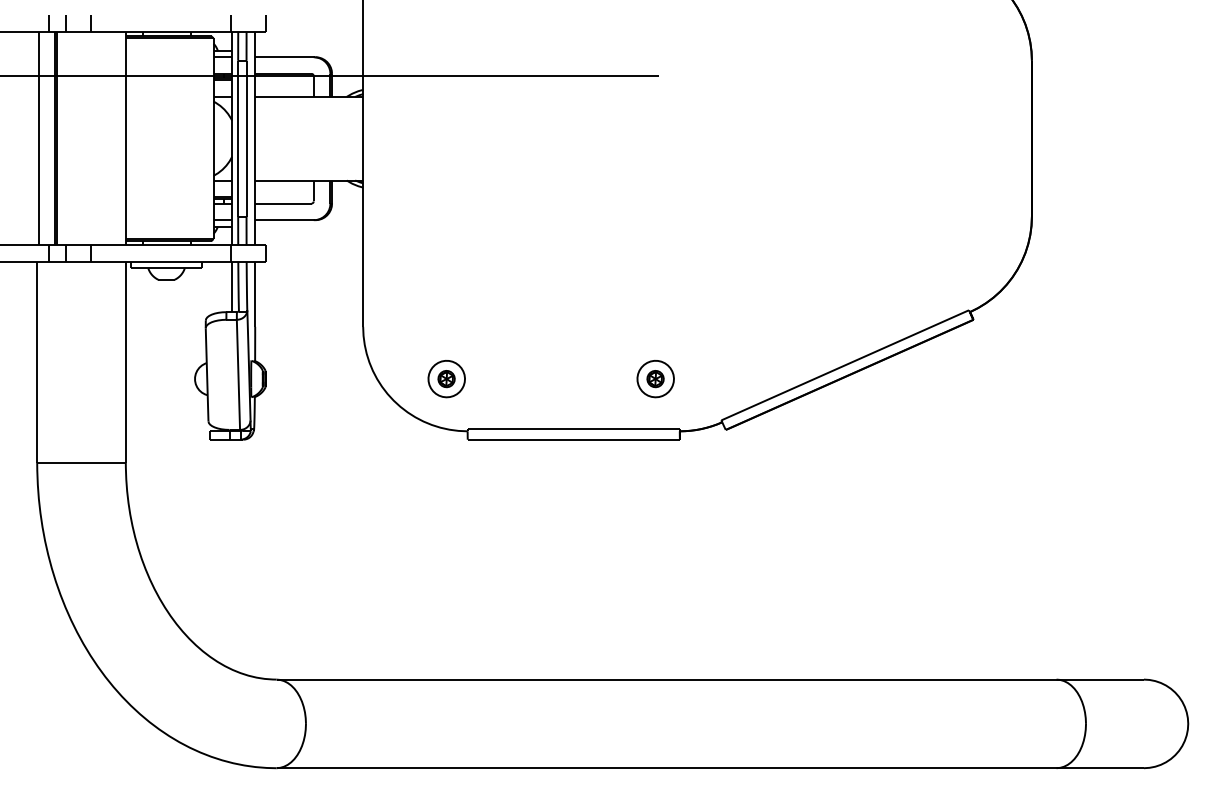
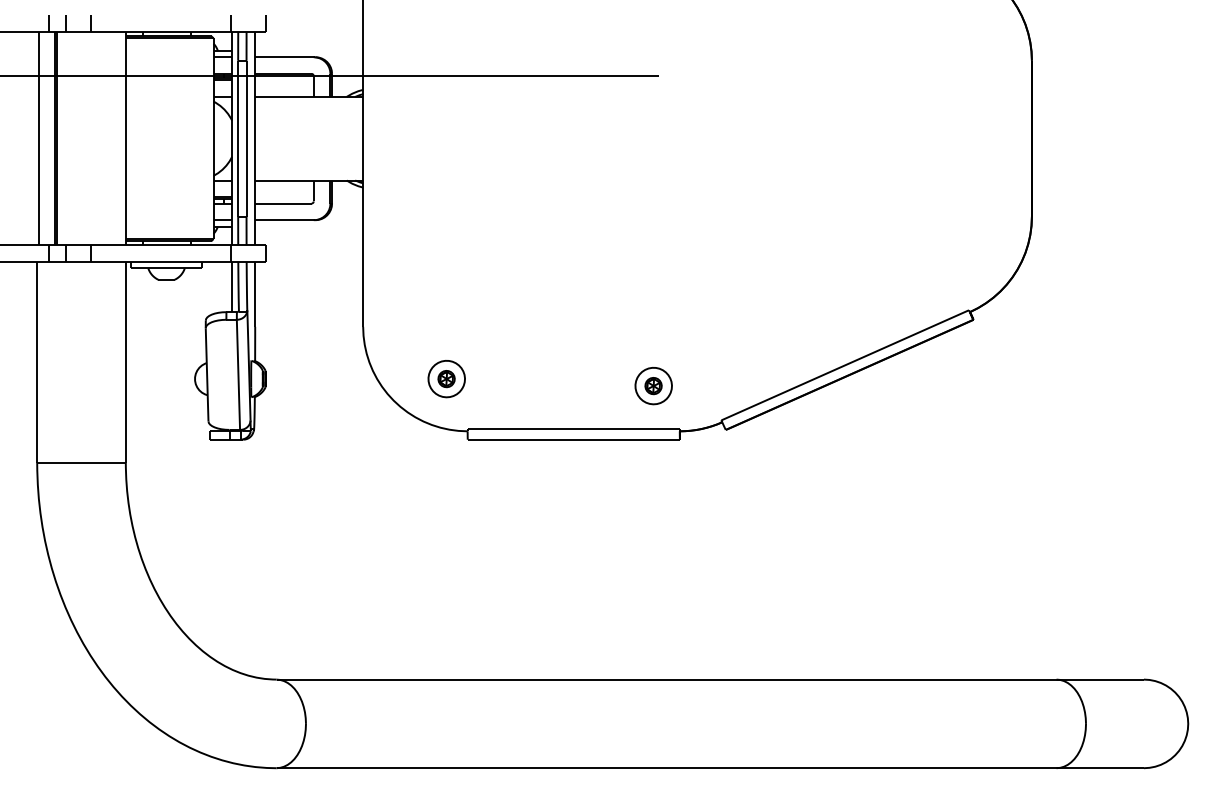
part at (655, 379) position: (655, 379) -> (653, 386)
